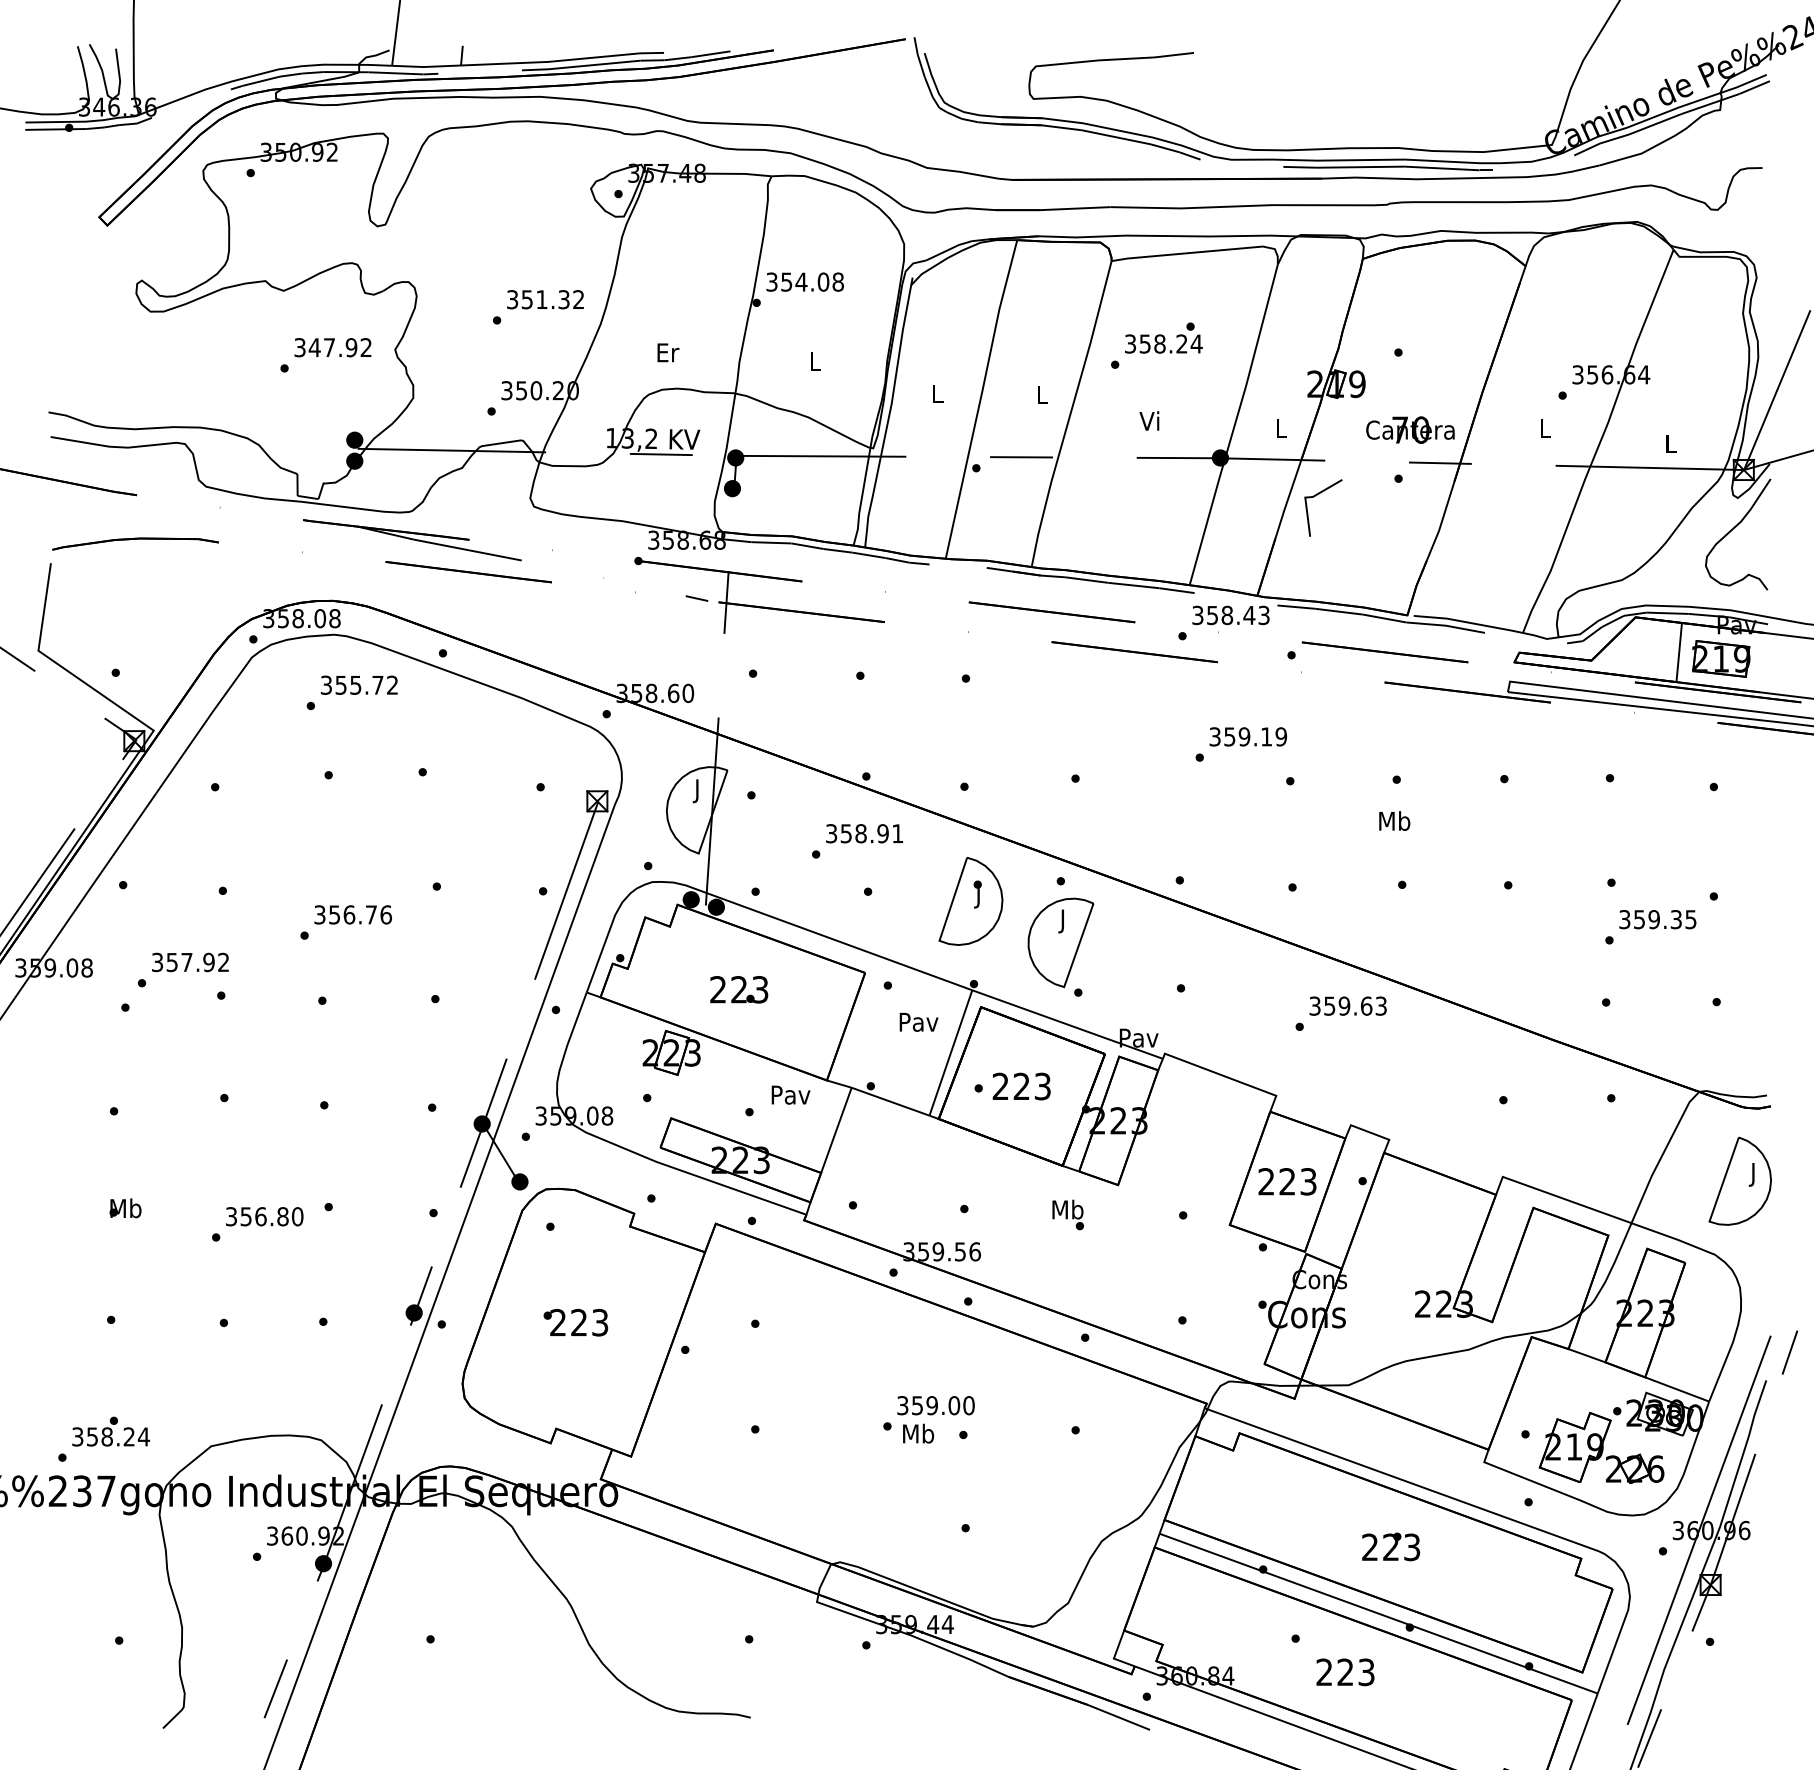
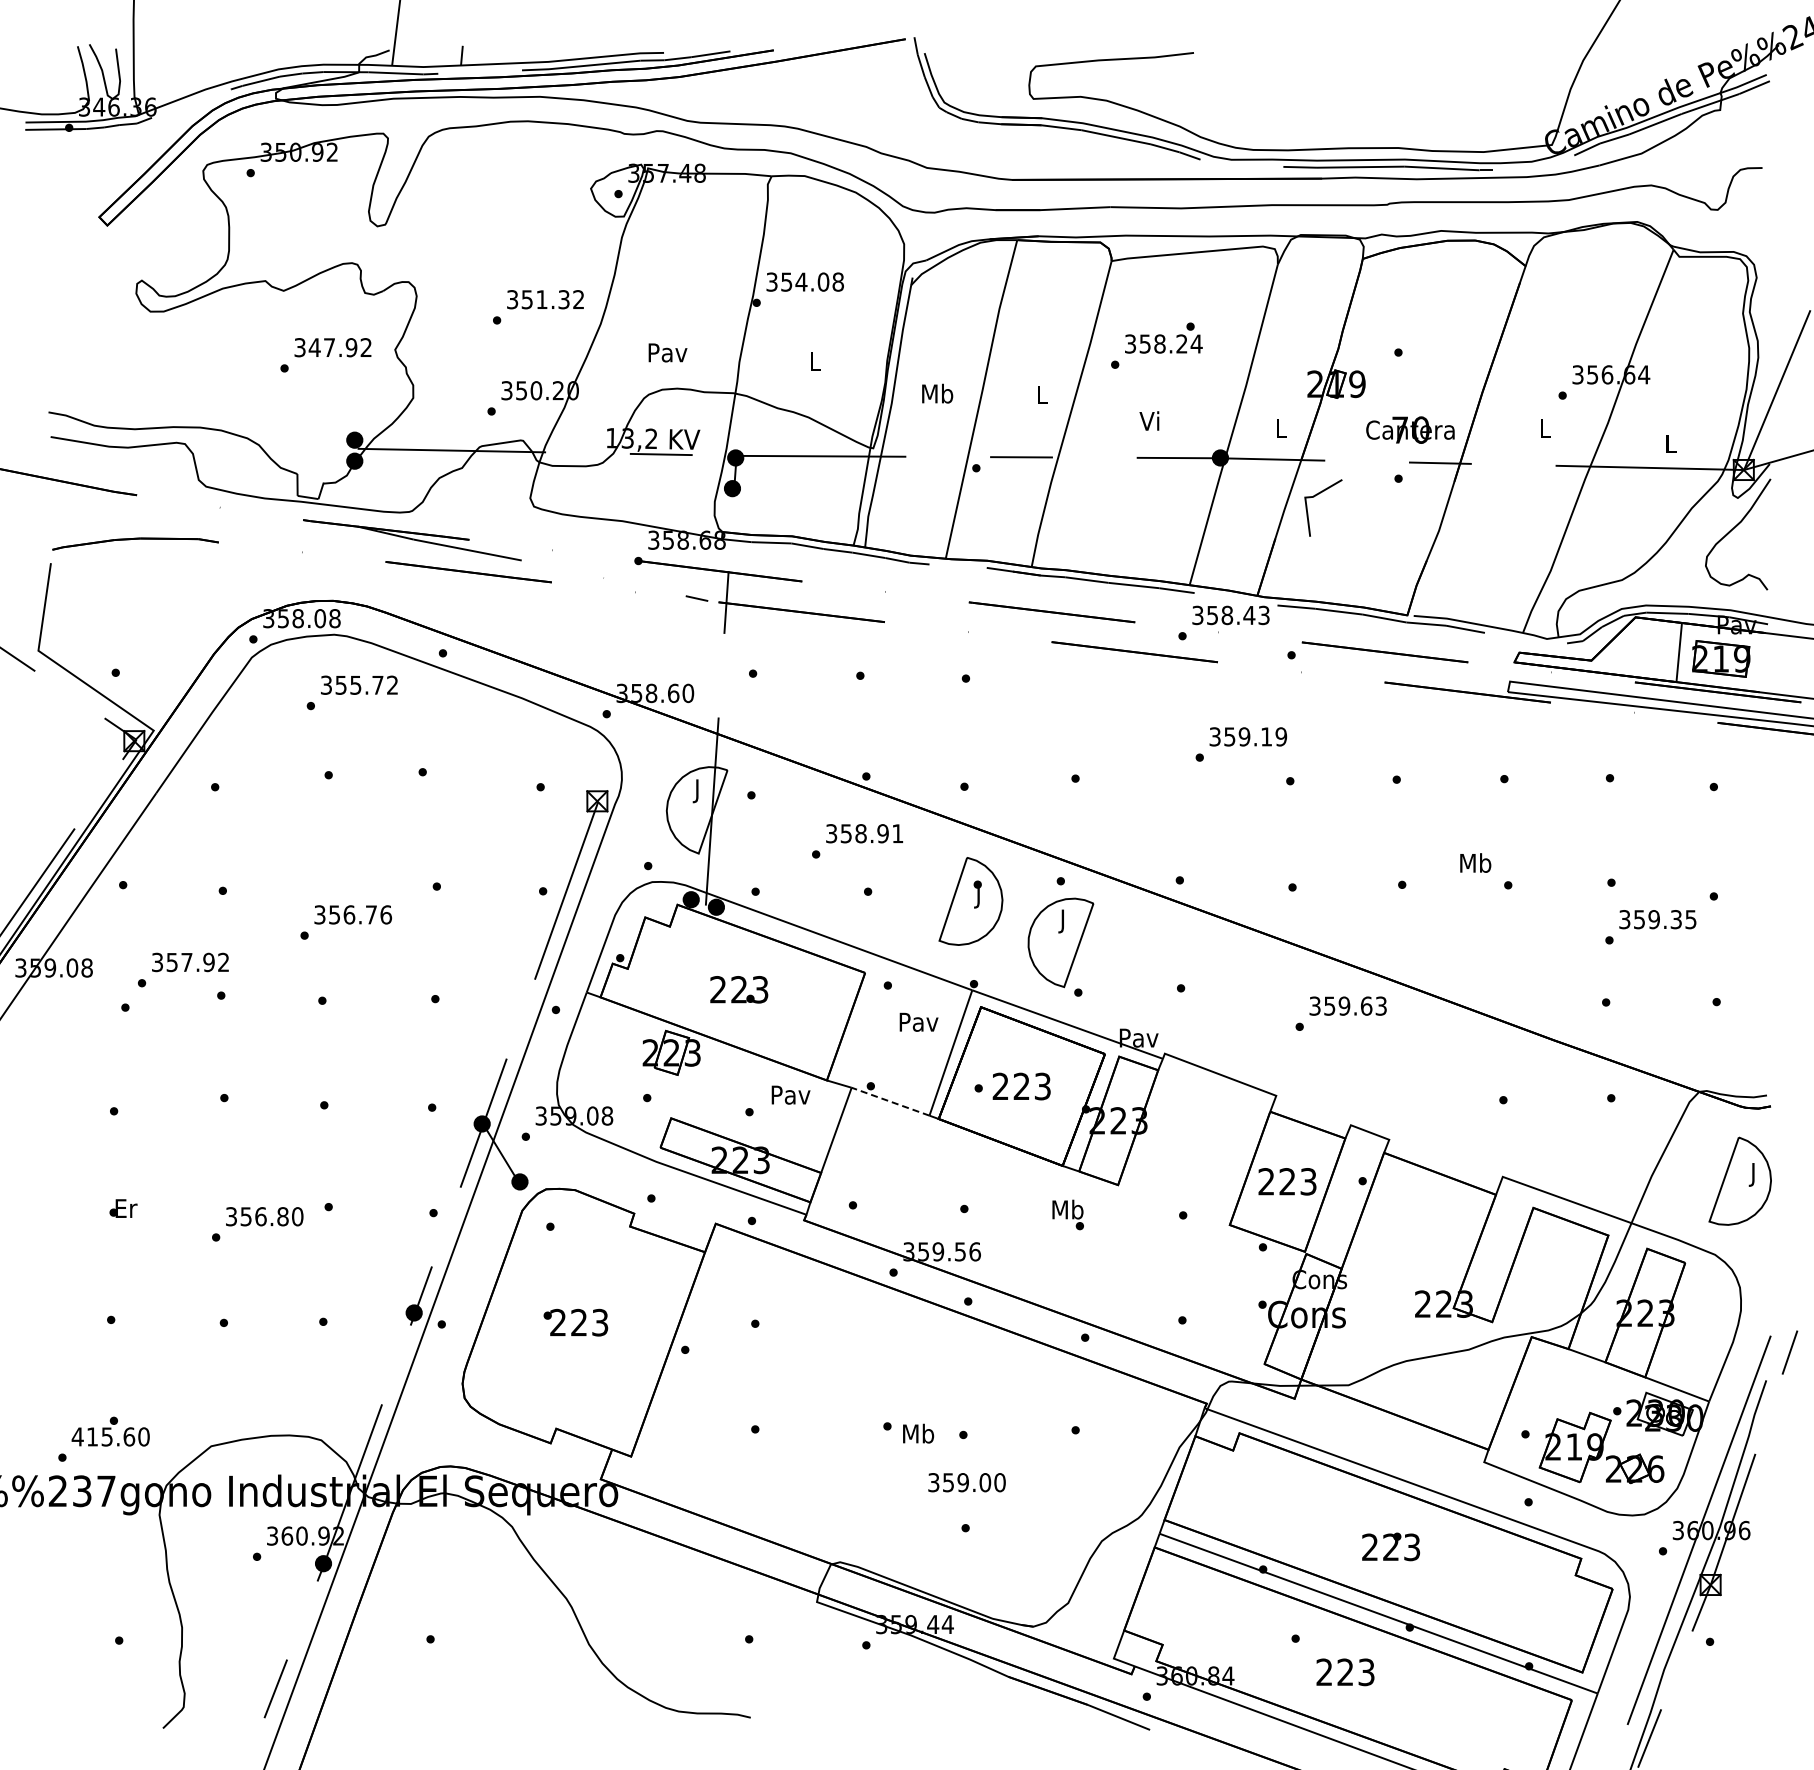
text at (667, 352): Er -> Pav
text at (937, 393): L -> Mb
text at (1394, 820) position: (1394, 820) -> (1475, 862)
line at (890, 1101): solid -> dashed
text at (125, 1208): Mb -> Er
text at (935, 1405) position: (935, 1405) -> (966, 1482)
text at (110, 1436): 358.24 -> 415.60
